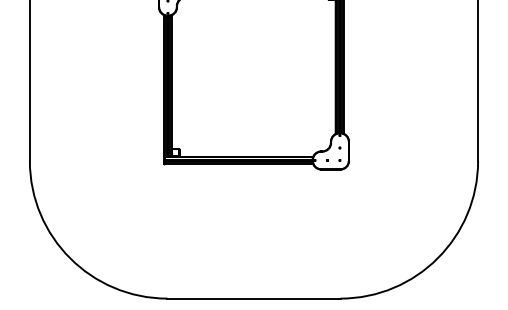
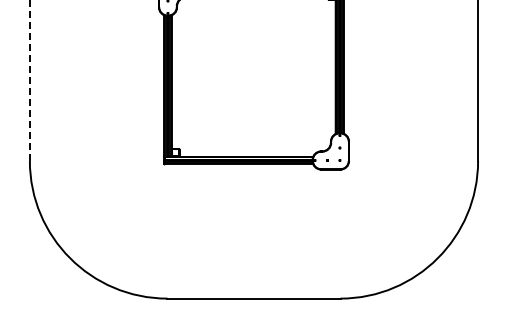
line at (29, 80): solid -> dashed
